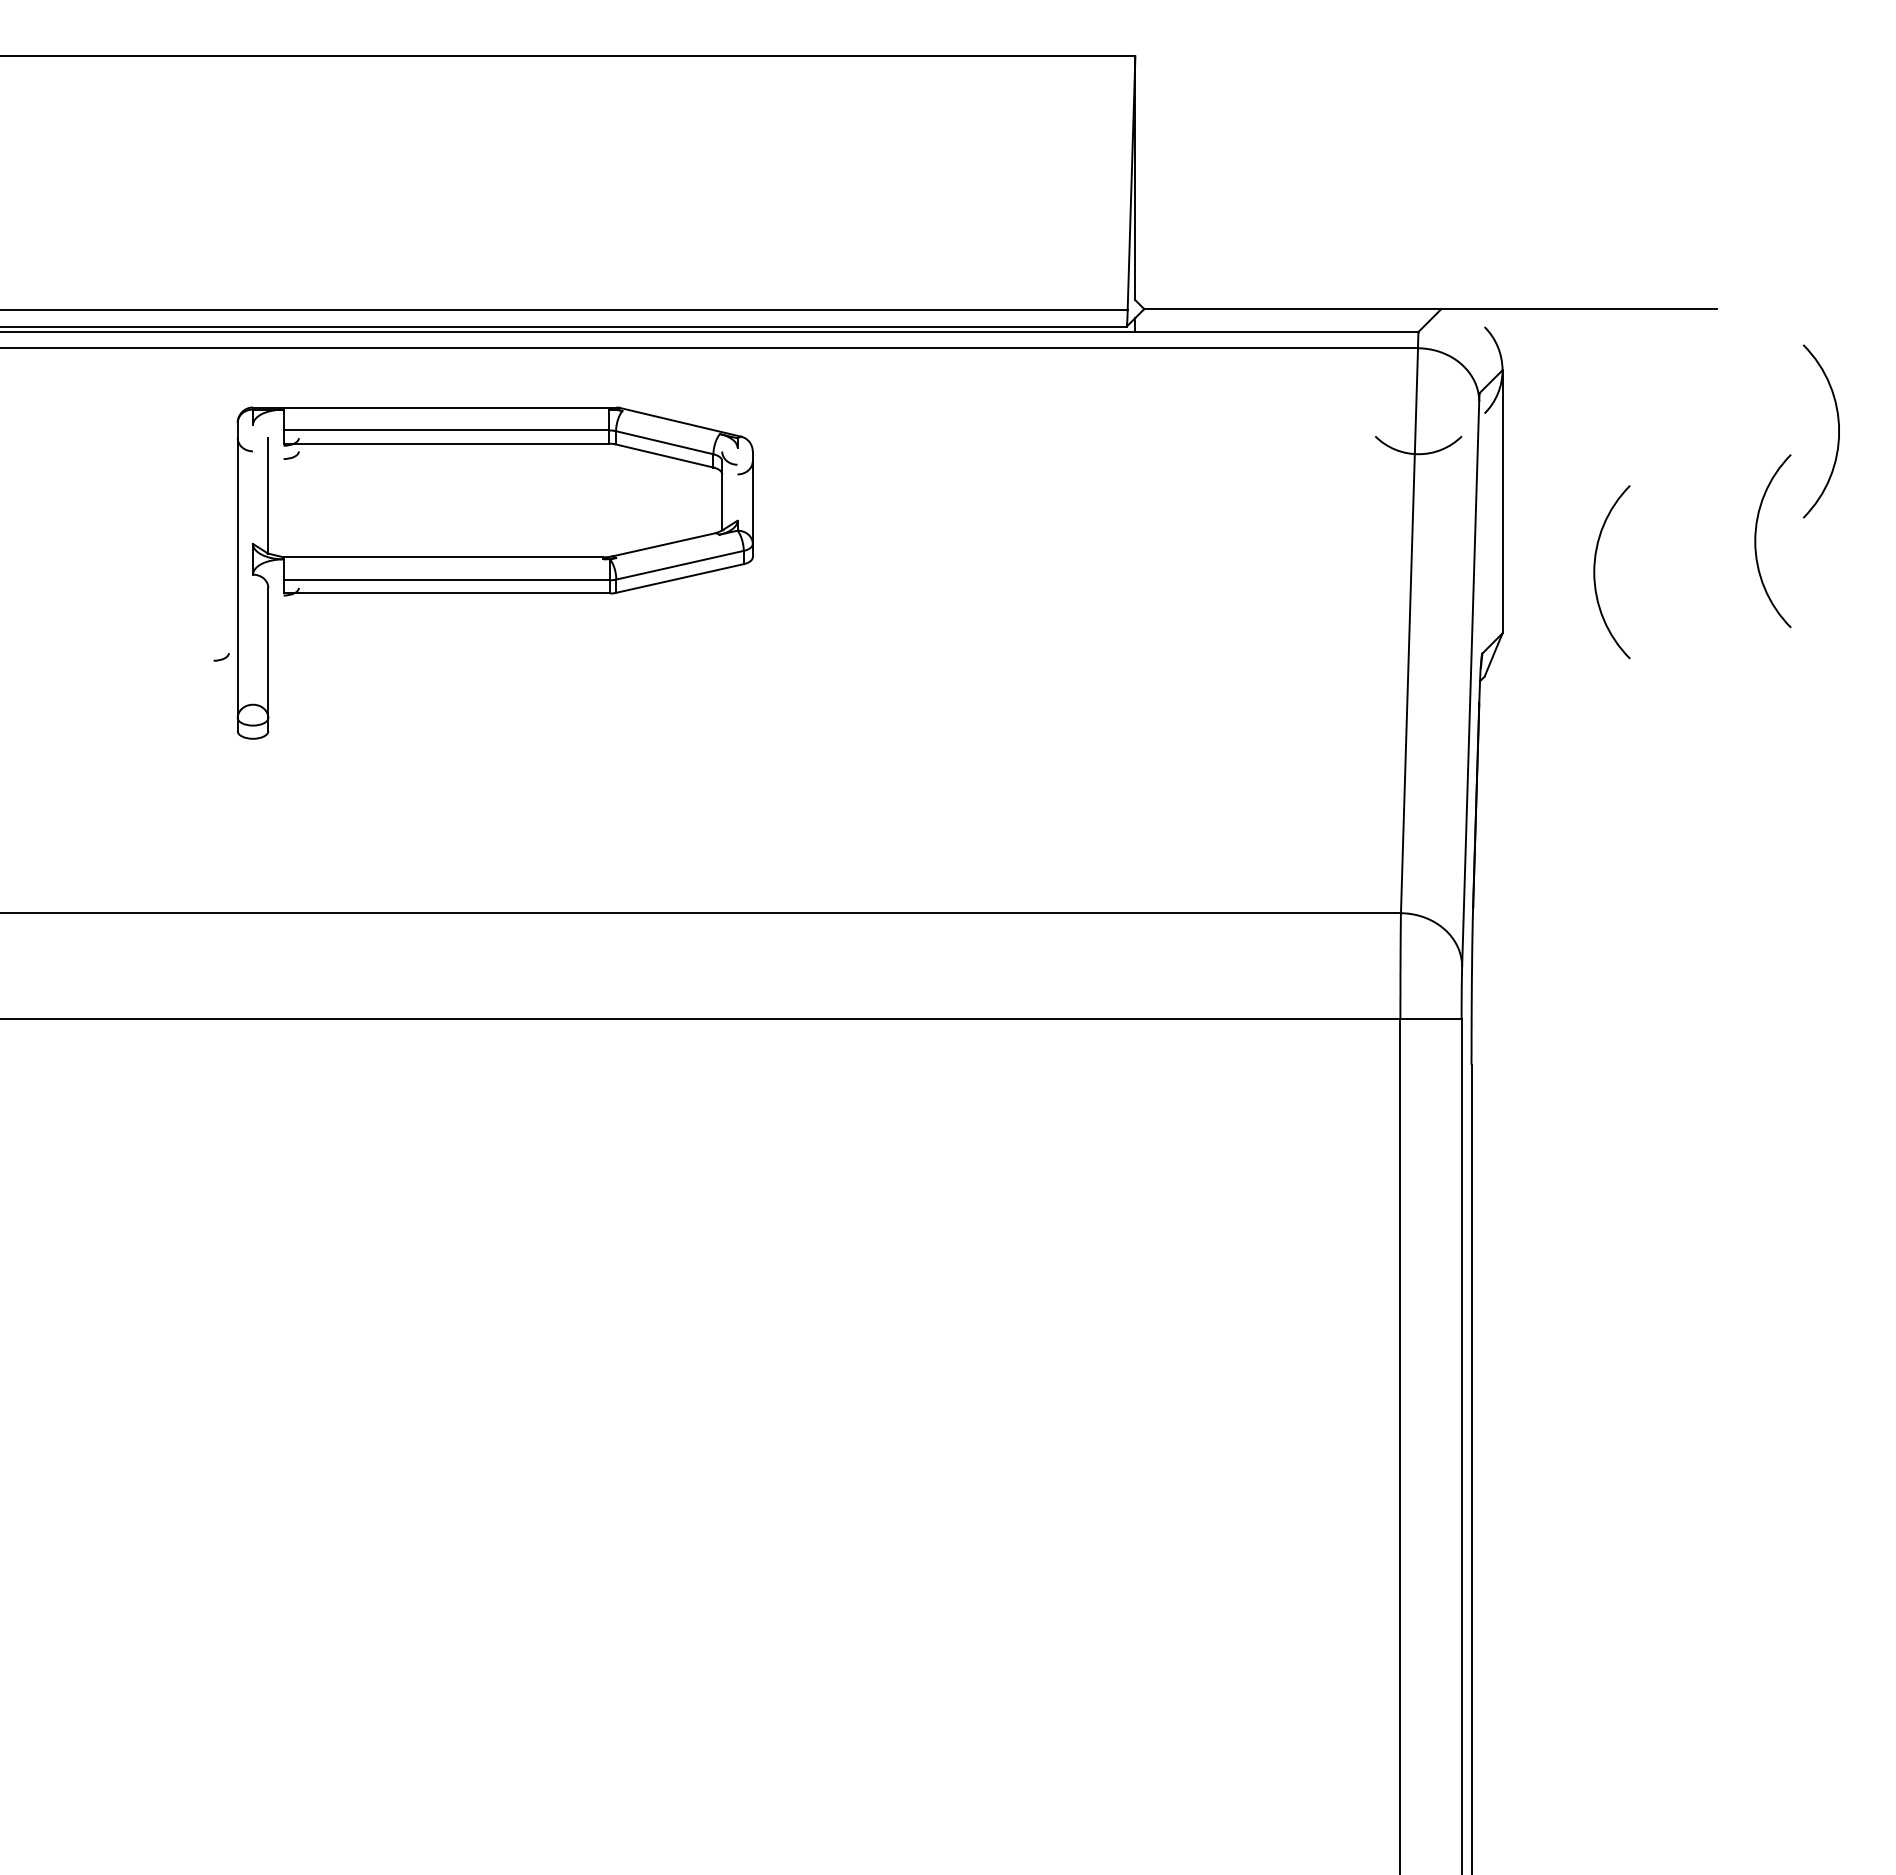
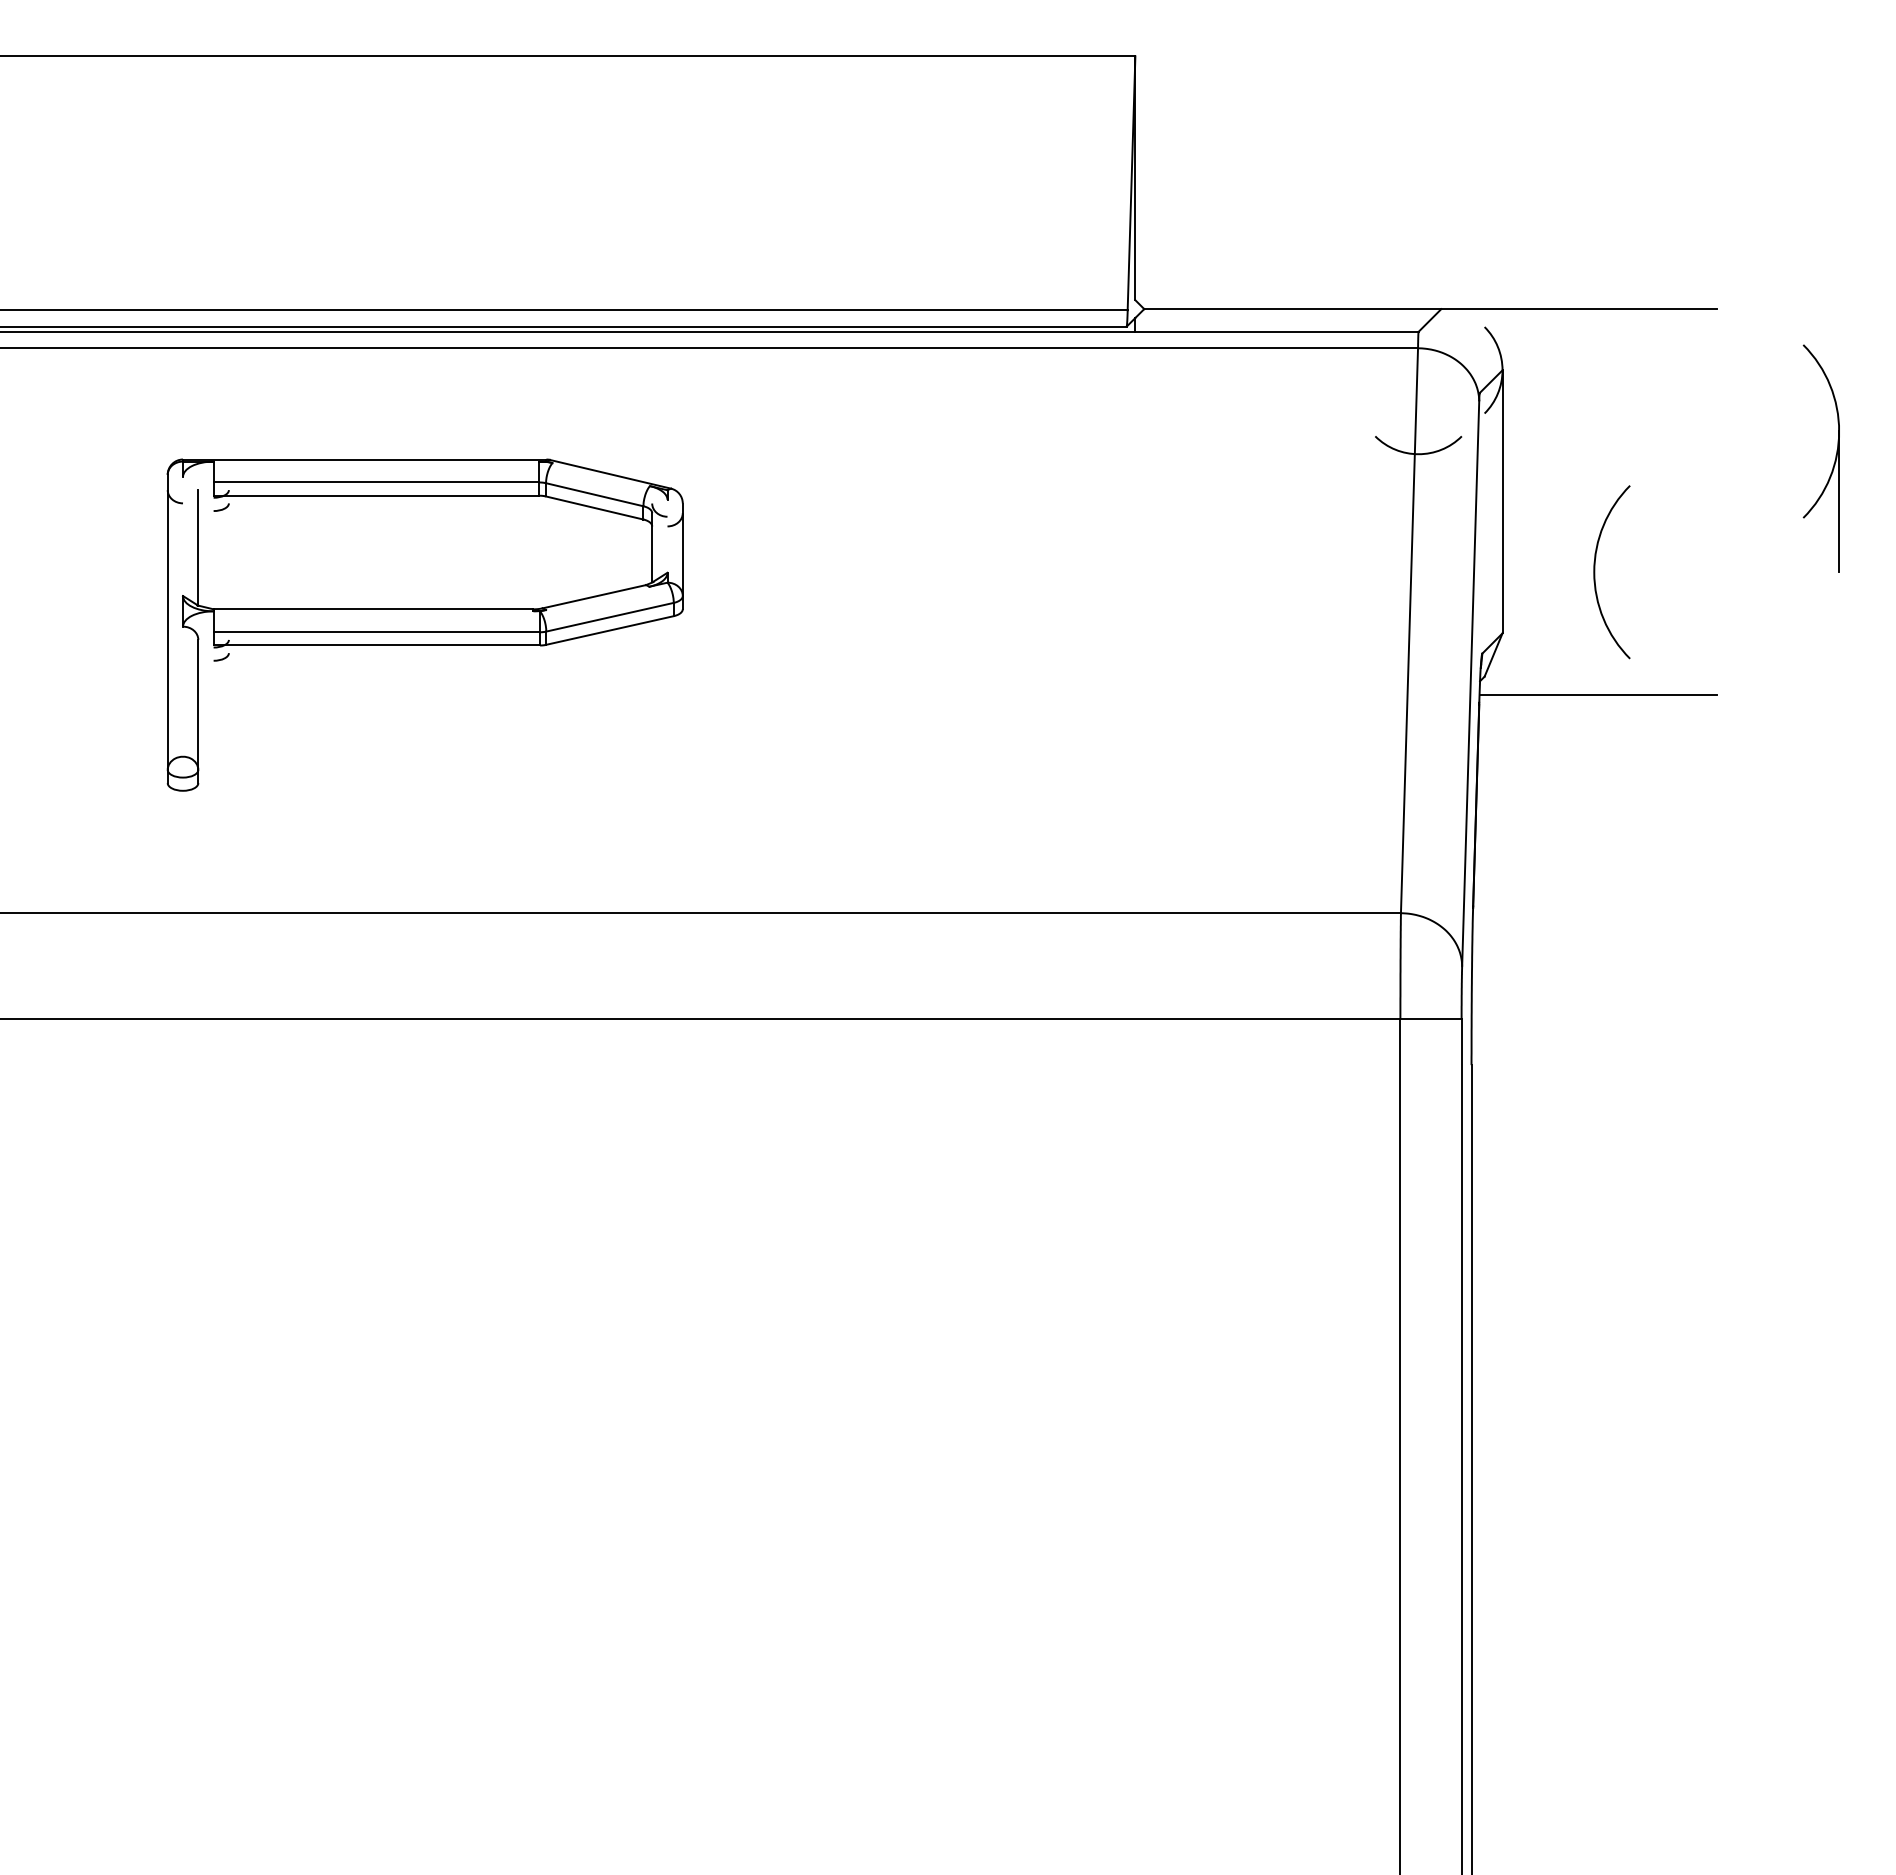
line at (1839, 501): none -> present
curve at (1756, 541): present -> none
part at (494, 572) position: (494, 572) -> (424, 624)
line at (1597, 694): none -> present
